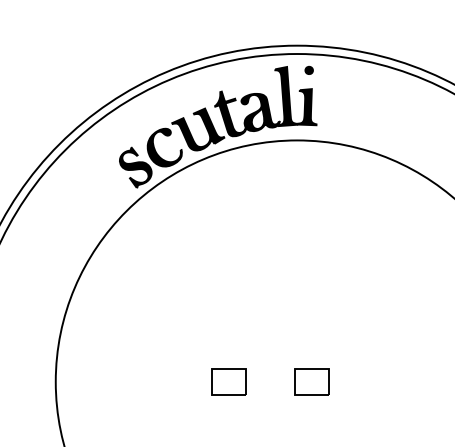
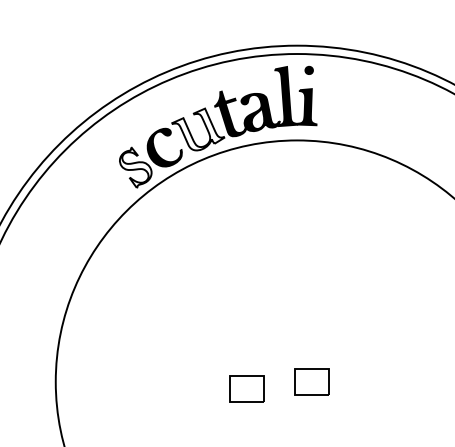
fill at (198, 129): present -> none
fill at (135, 167): present -> none
part at (228, 381) position: (228, 381) -> (246, 388)
